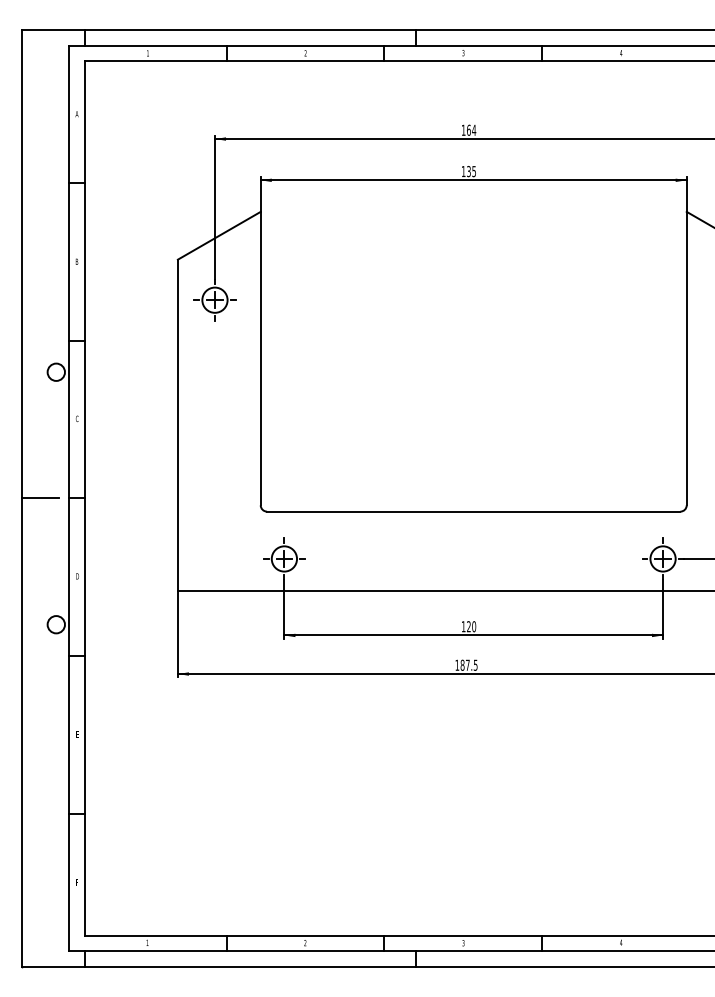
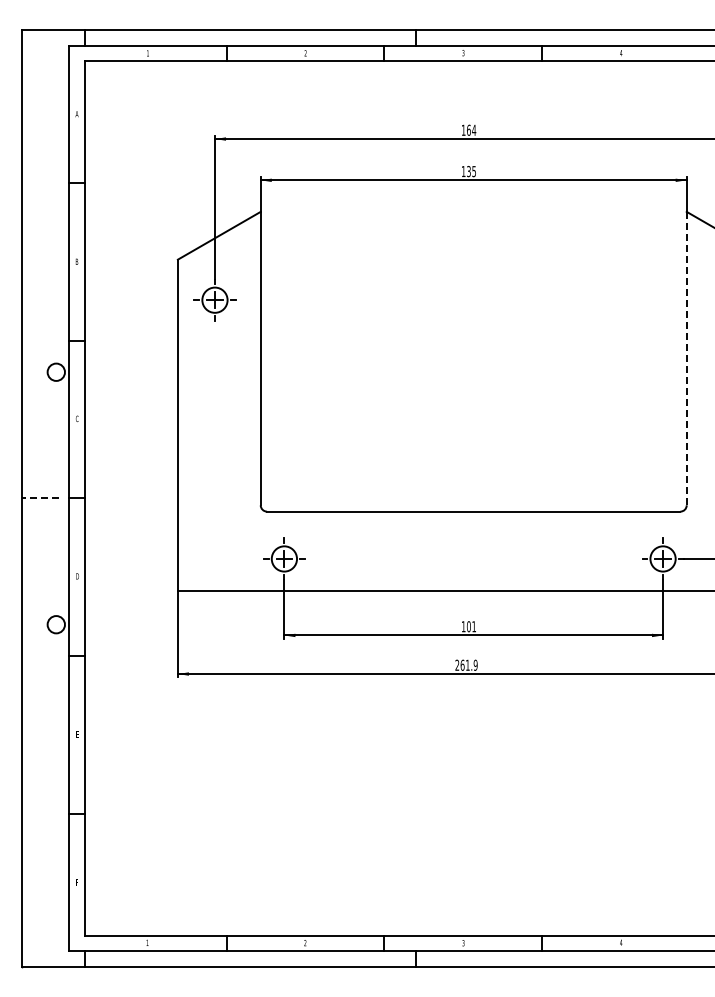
line at (686, 358): solid -> dashed
line at (40, 498): solid -> dashed
text at (471, 626): 120 -> 101
text at (466, 664): 187.5 -> 261.9
